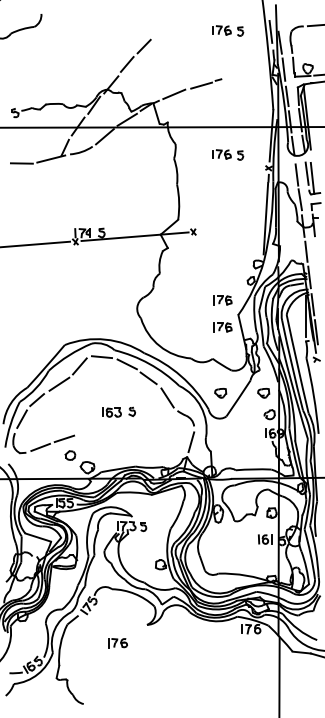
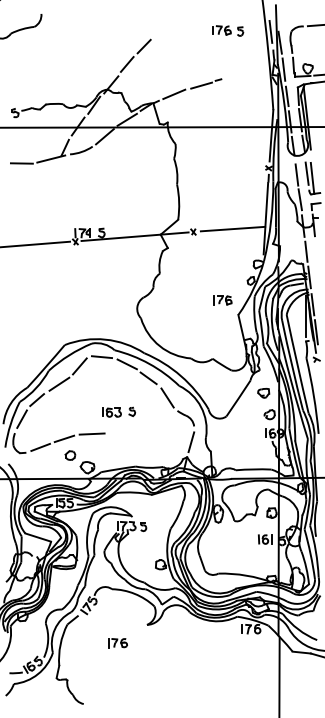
part at (228, 154): present -> none
line at (232, 228): none -> present
part at (222, 327): present -> none
part at (220, 393): present -> none
line at (91, 433): none -> present
